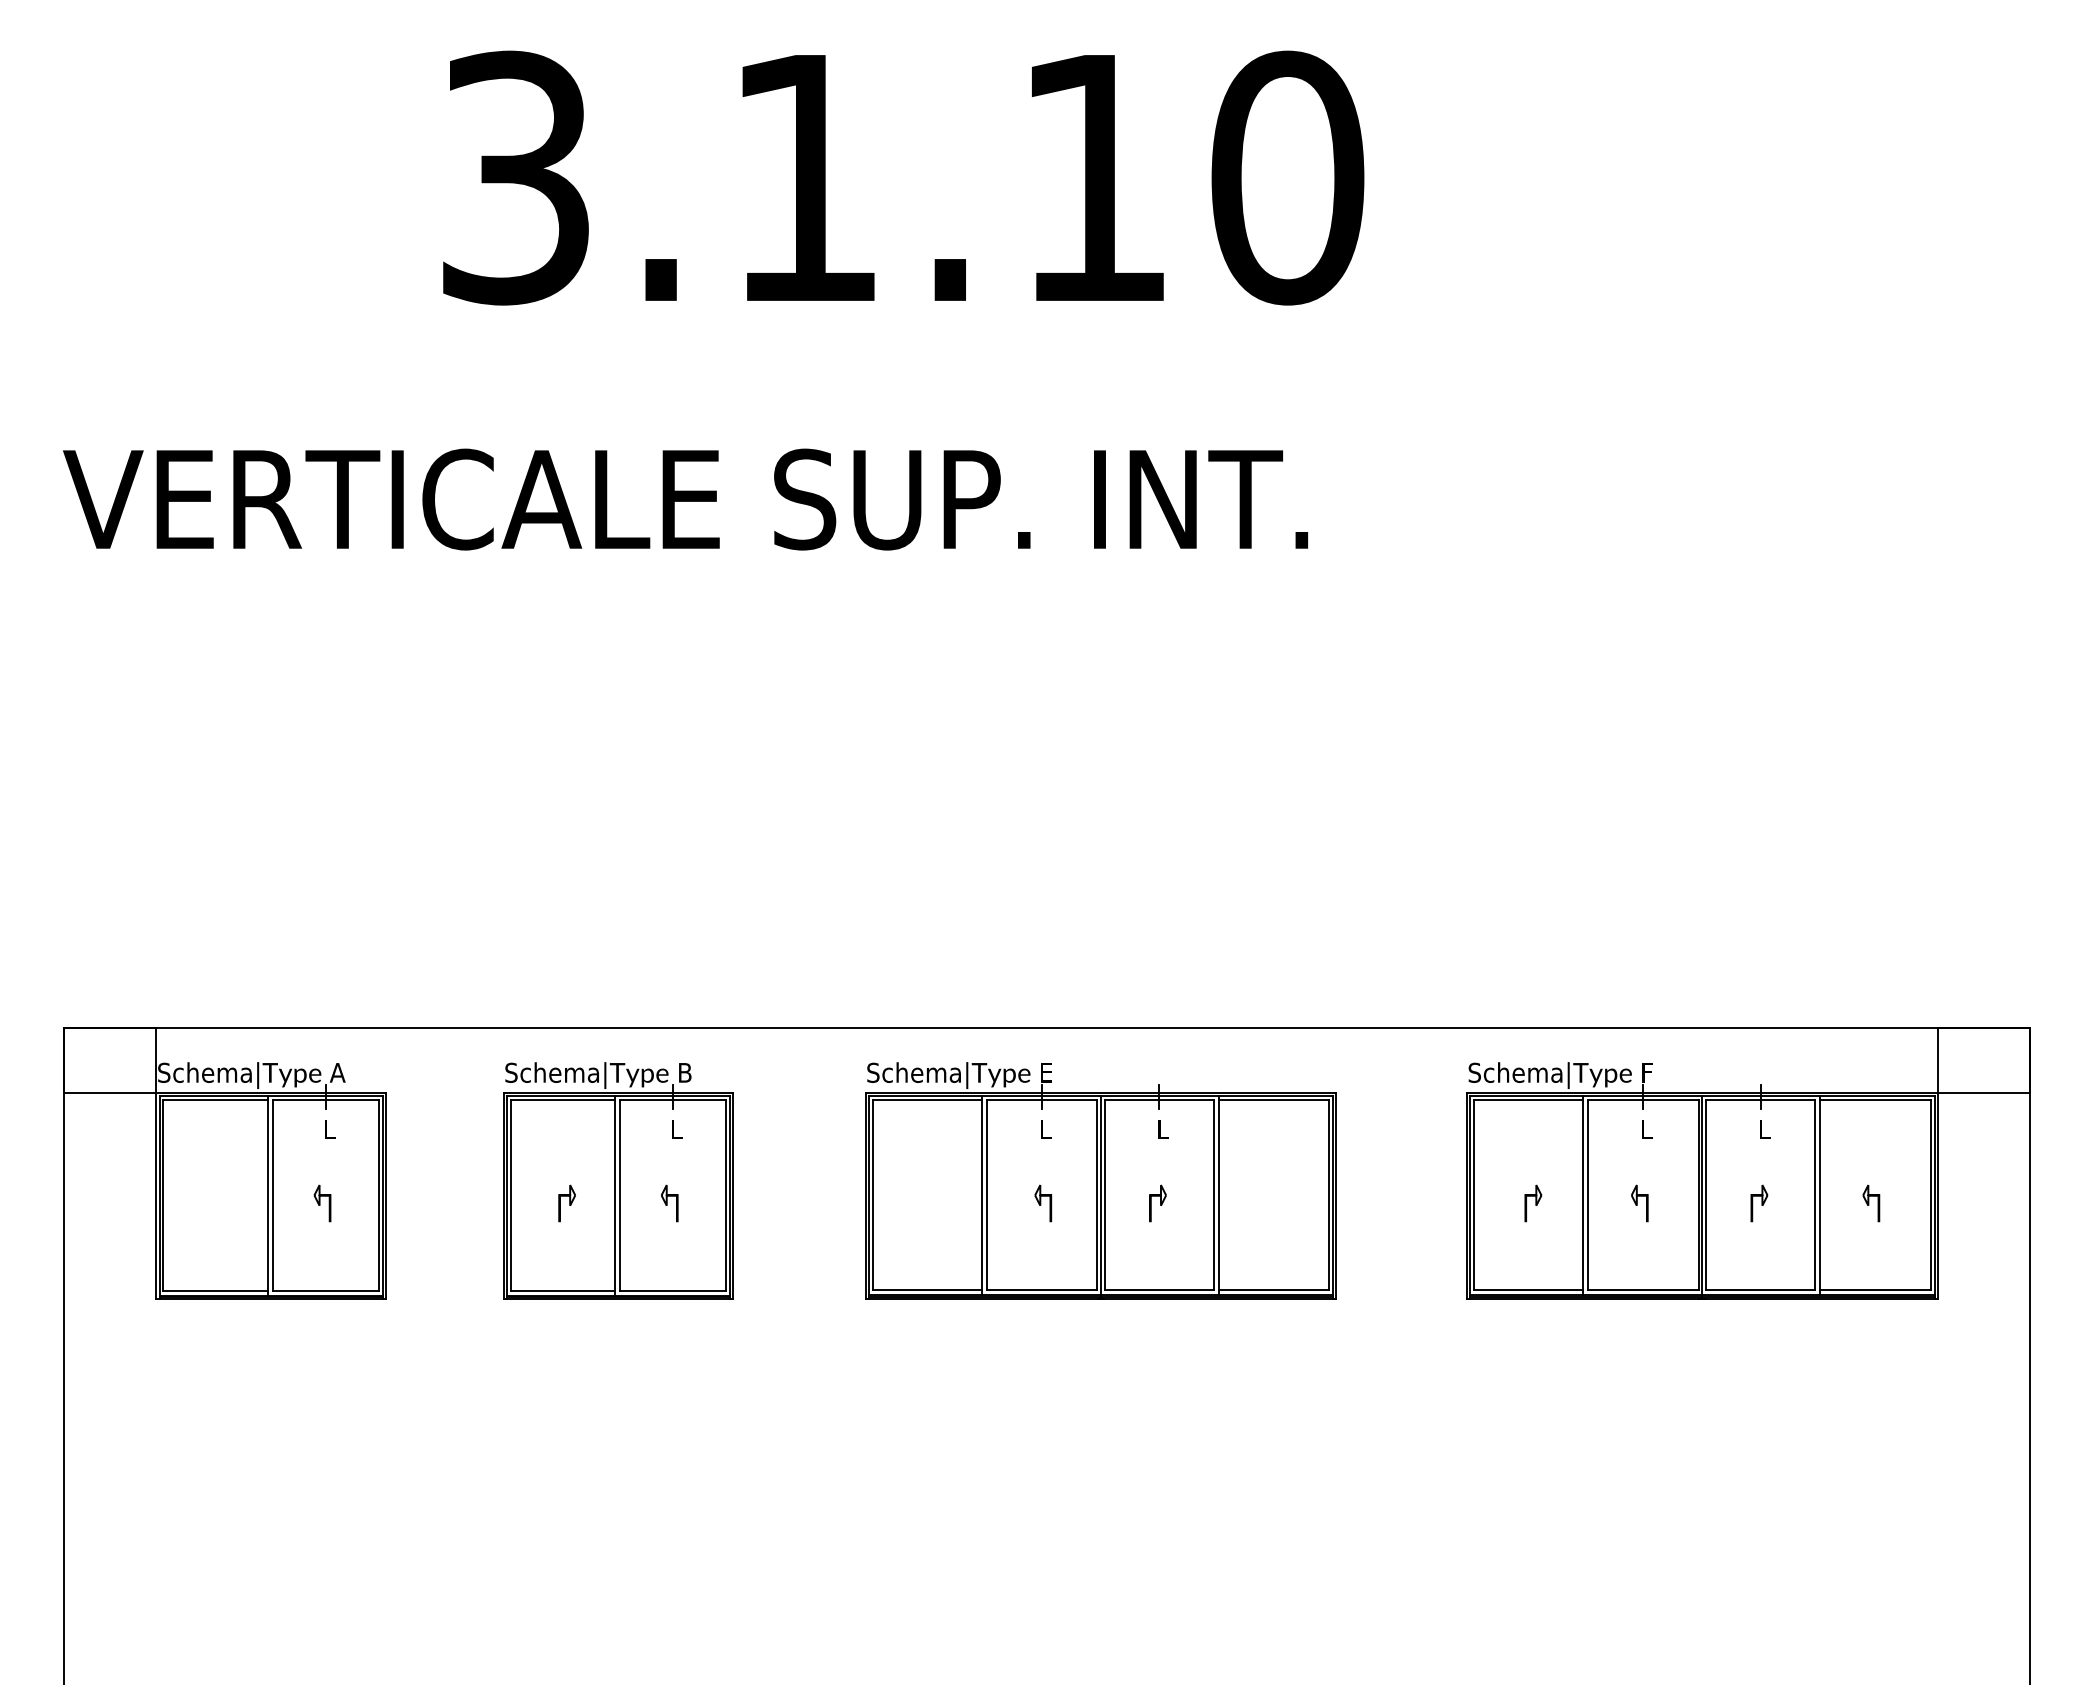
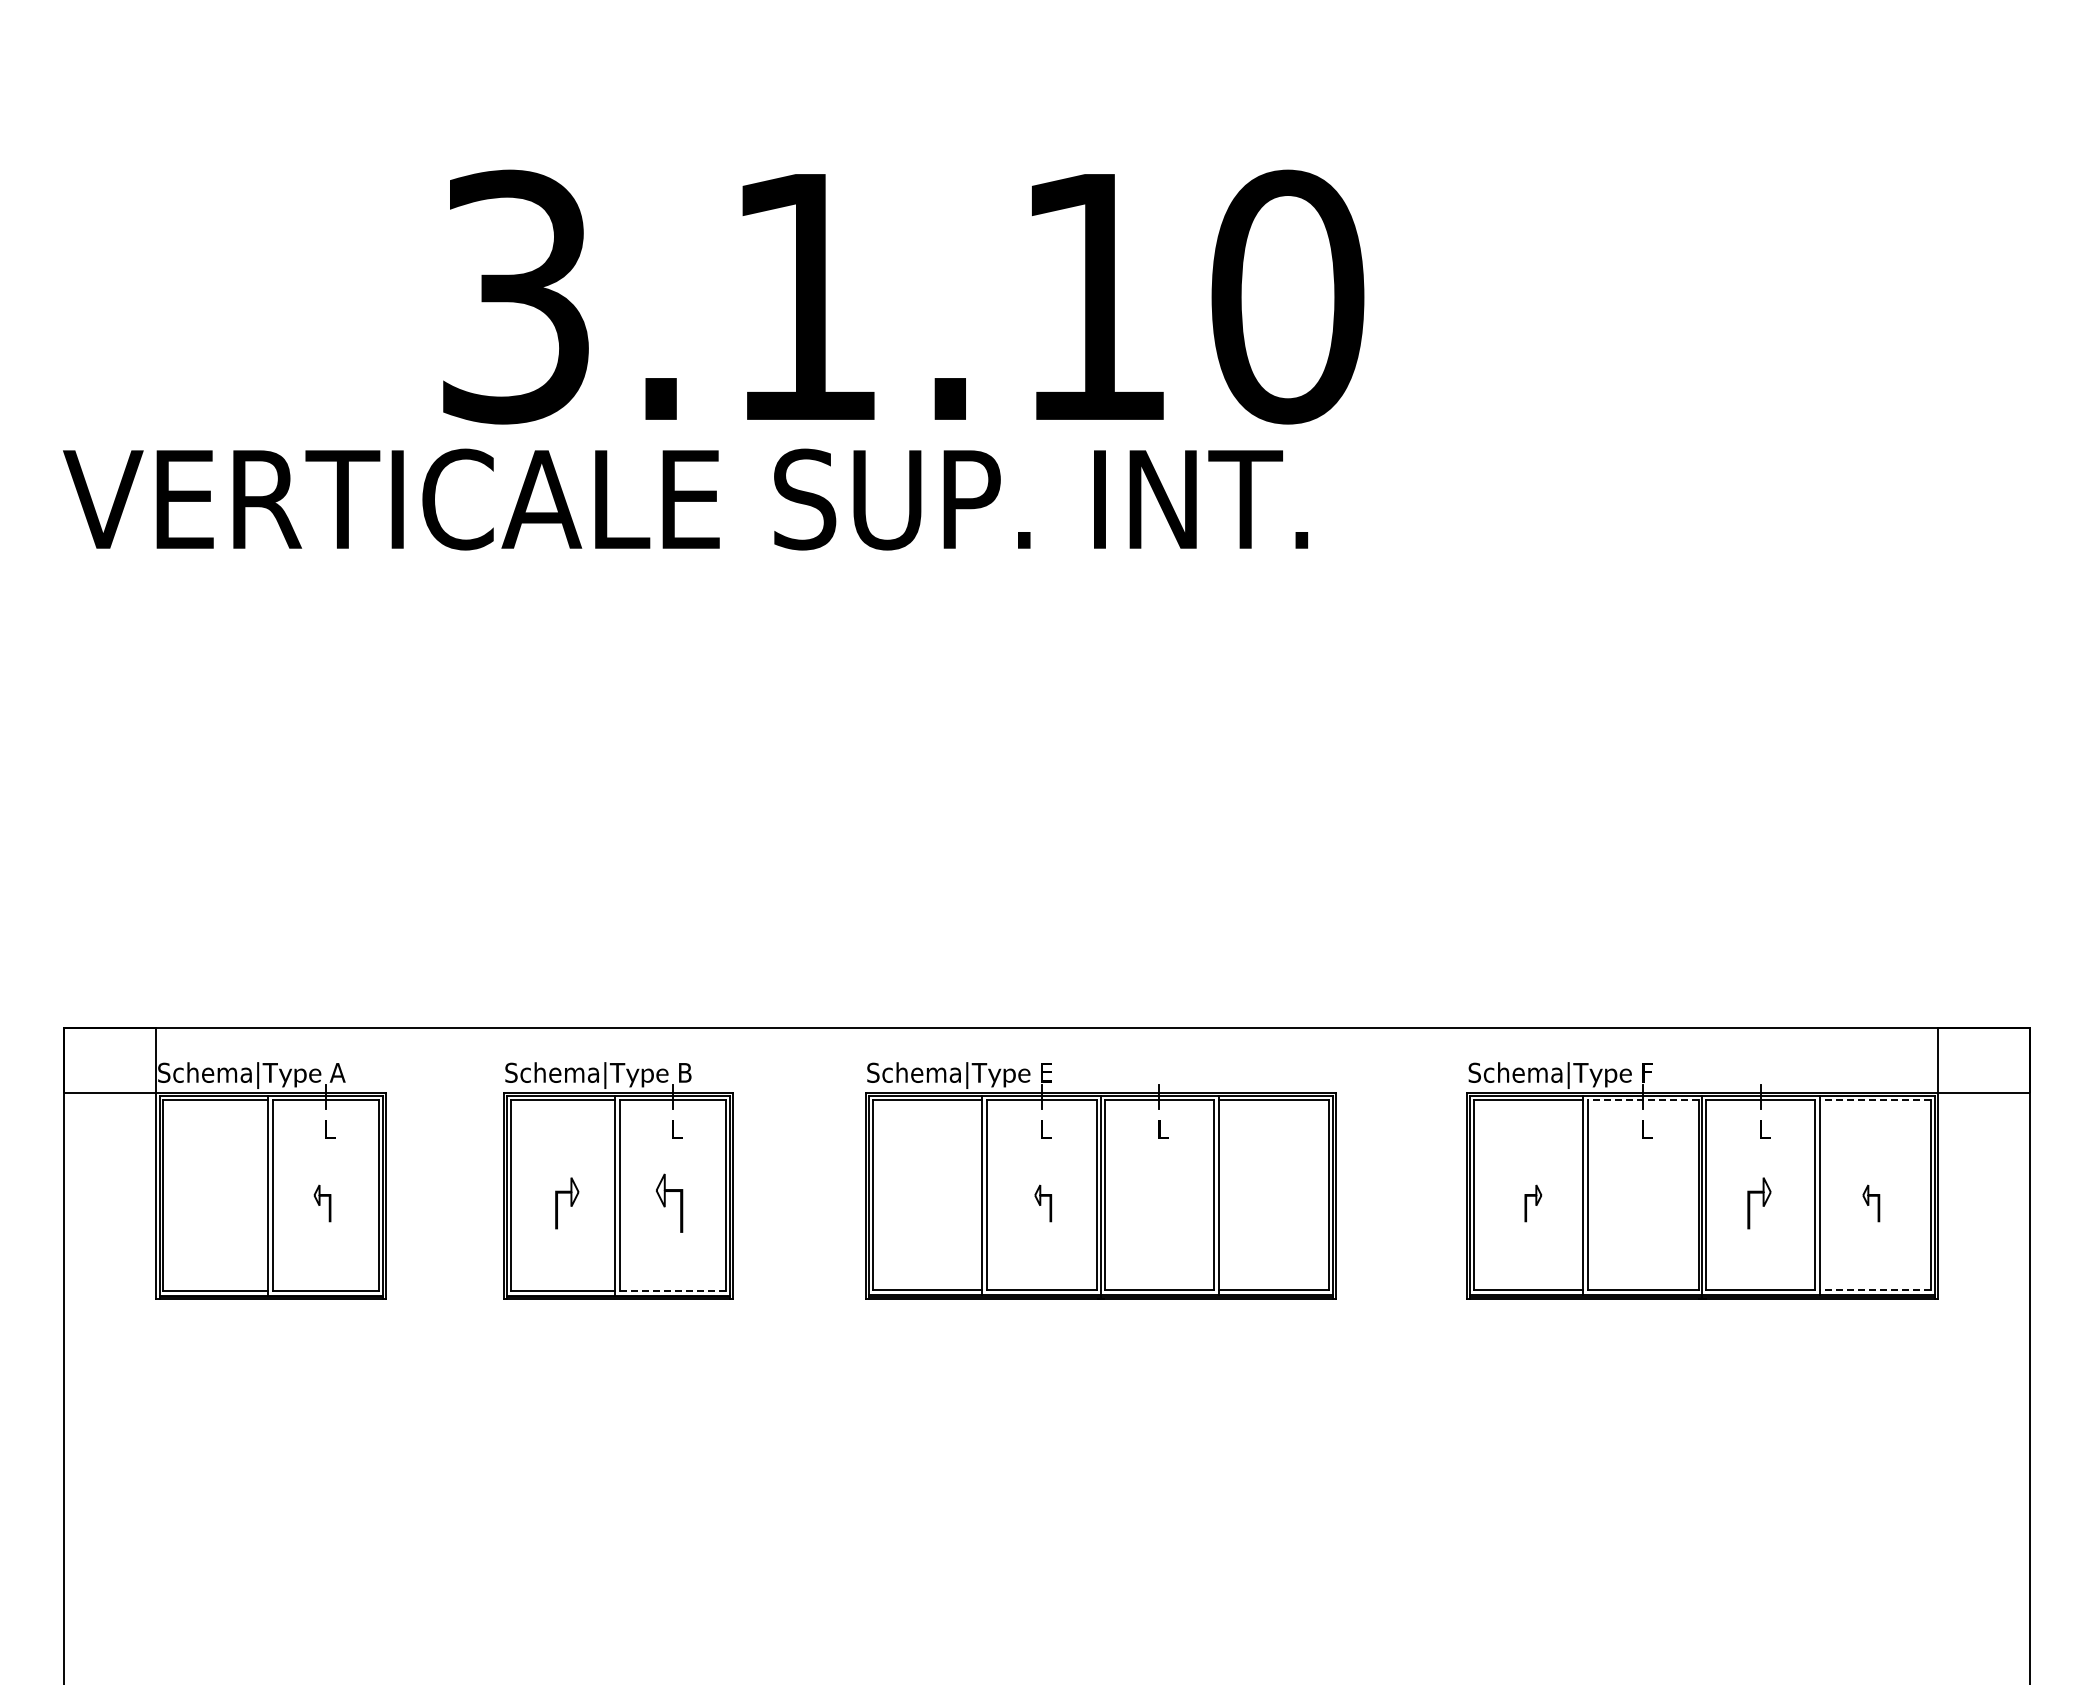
text at (903, 177) position: (903, 177) -> (903, 296)
line at (1642, 1100): solid -> dashed
line at (1875, 1100): solid -> dashed
part at (566, 1203) size: 18x39 px -> 25x53 px
part at (669, 1203) size: 18x39 px -> 28x60 px
part at (1157, 1203): present -> none
part at (1639, 1203): present -> none
part at (1759, 1203) size: 19x39 px -> 25x53 px
line at (672, 1290): solid -> dashed
line at (1875, 1290): solid -> dashed
